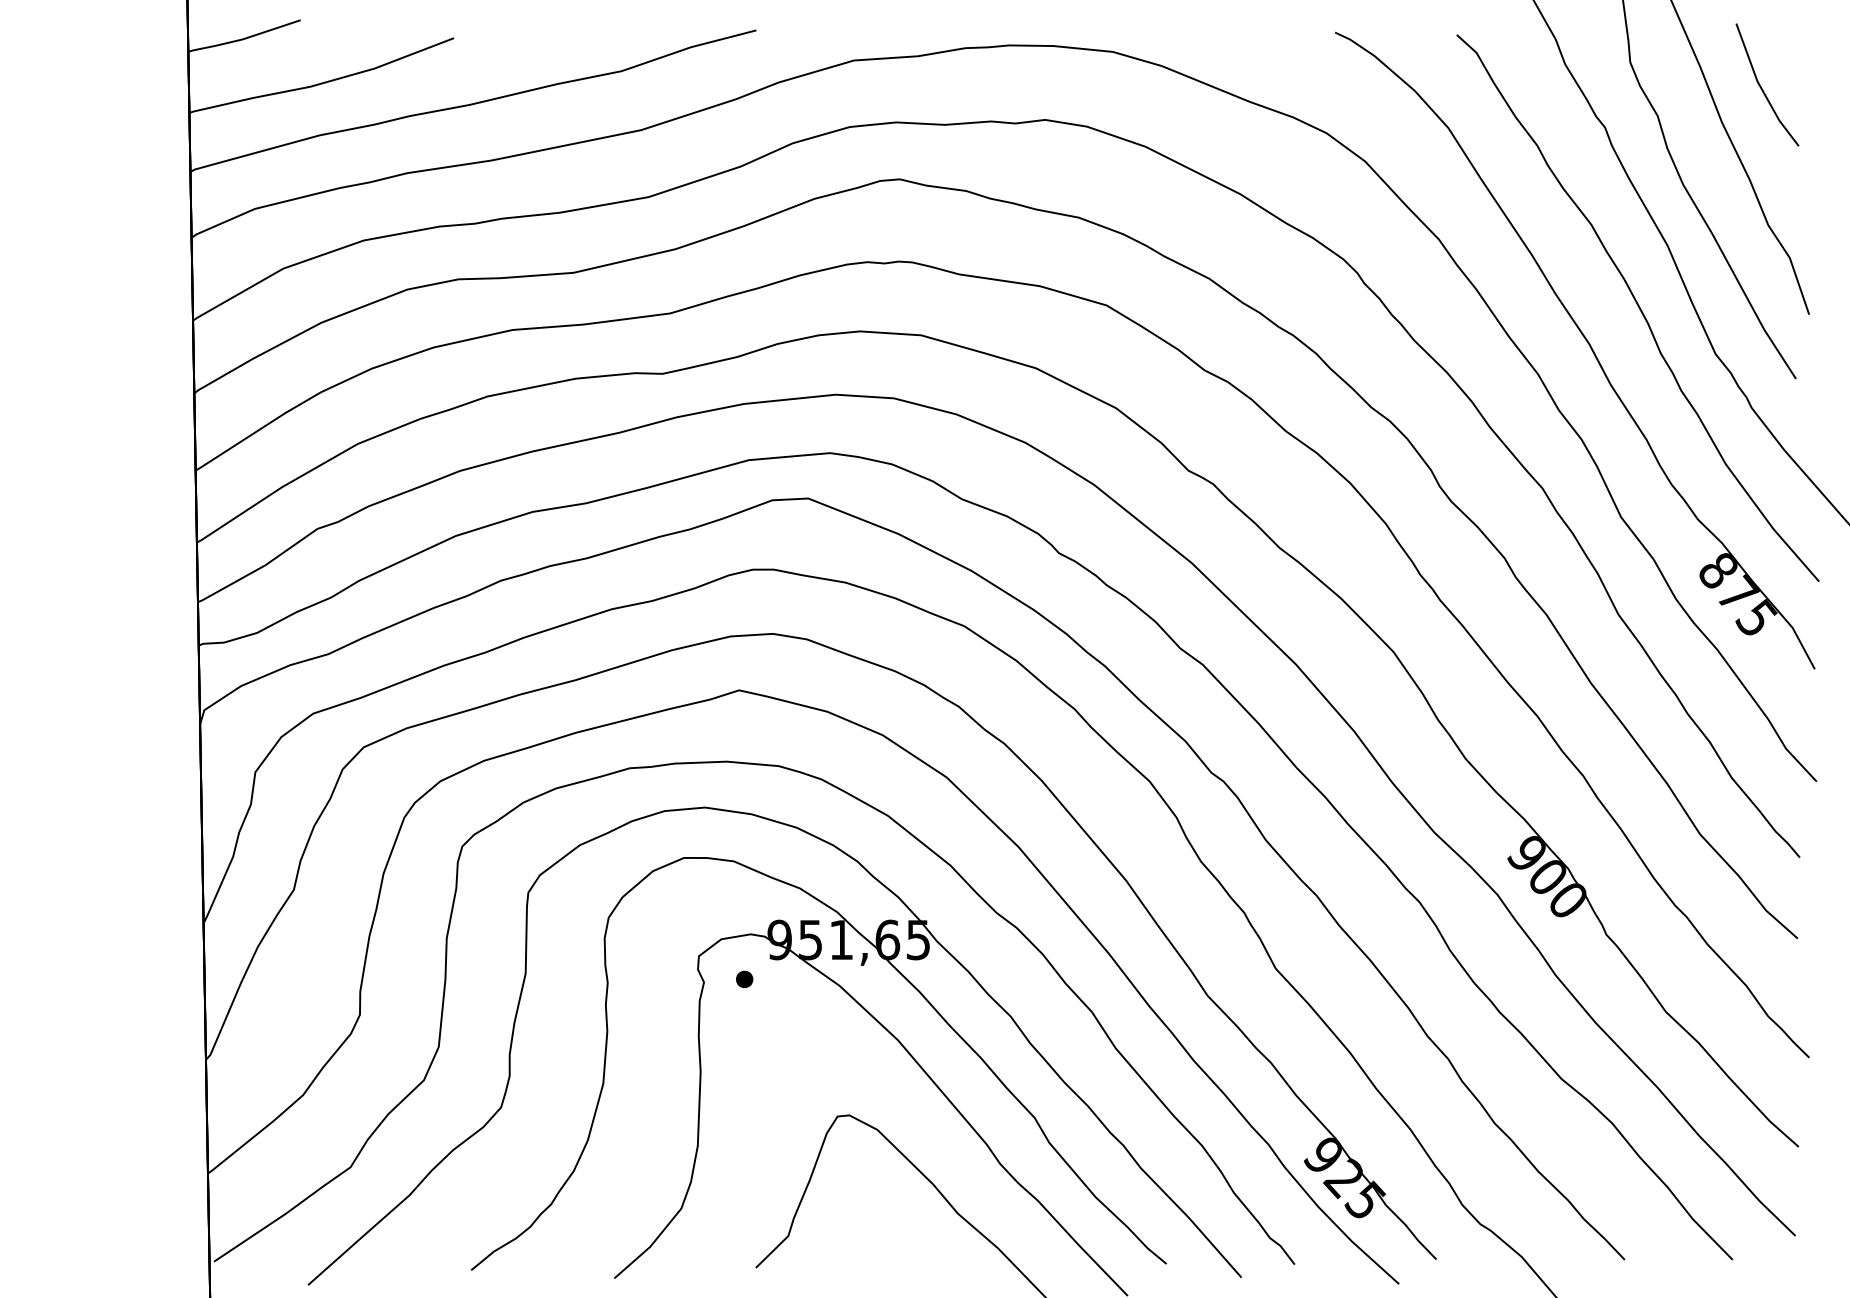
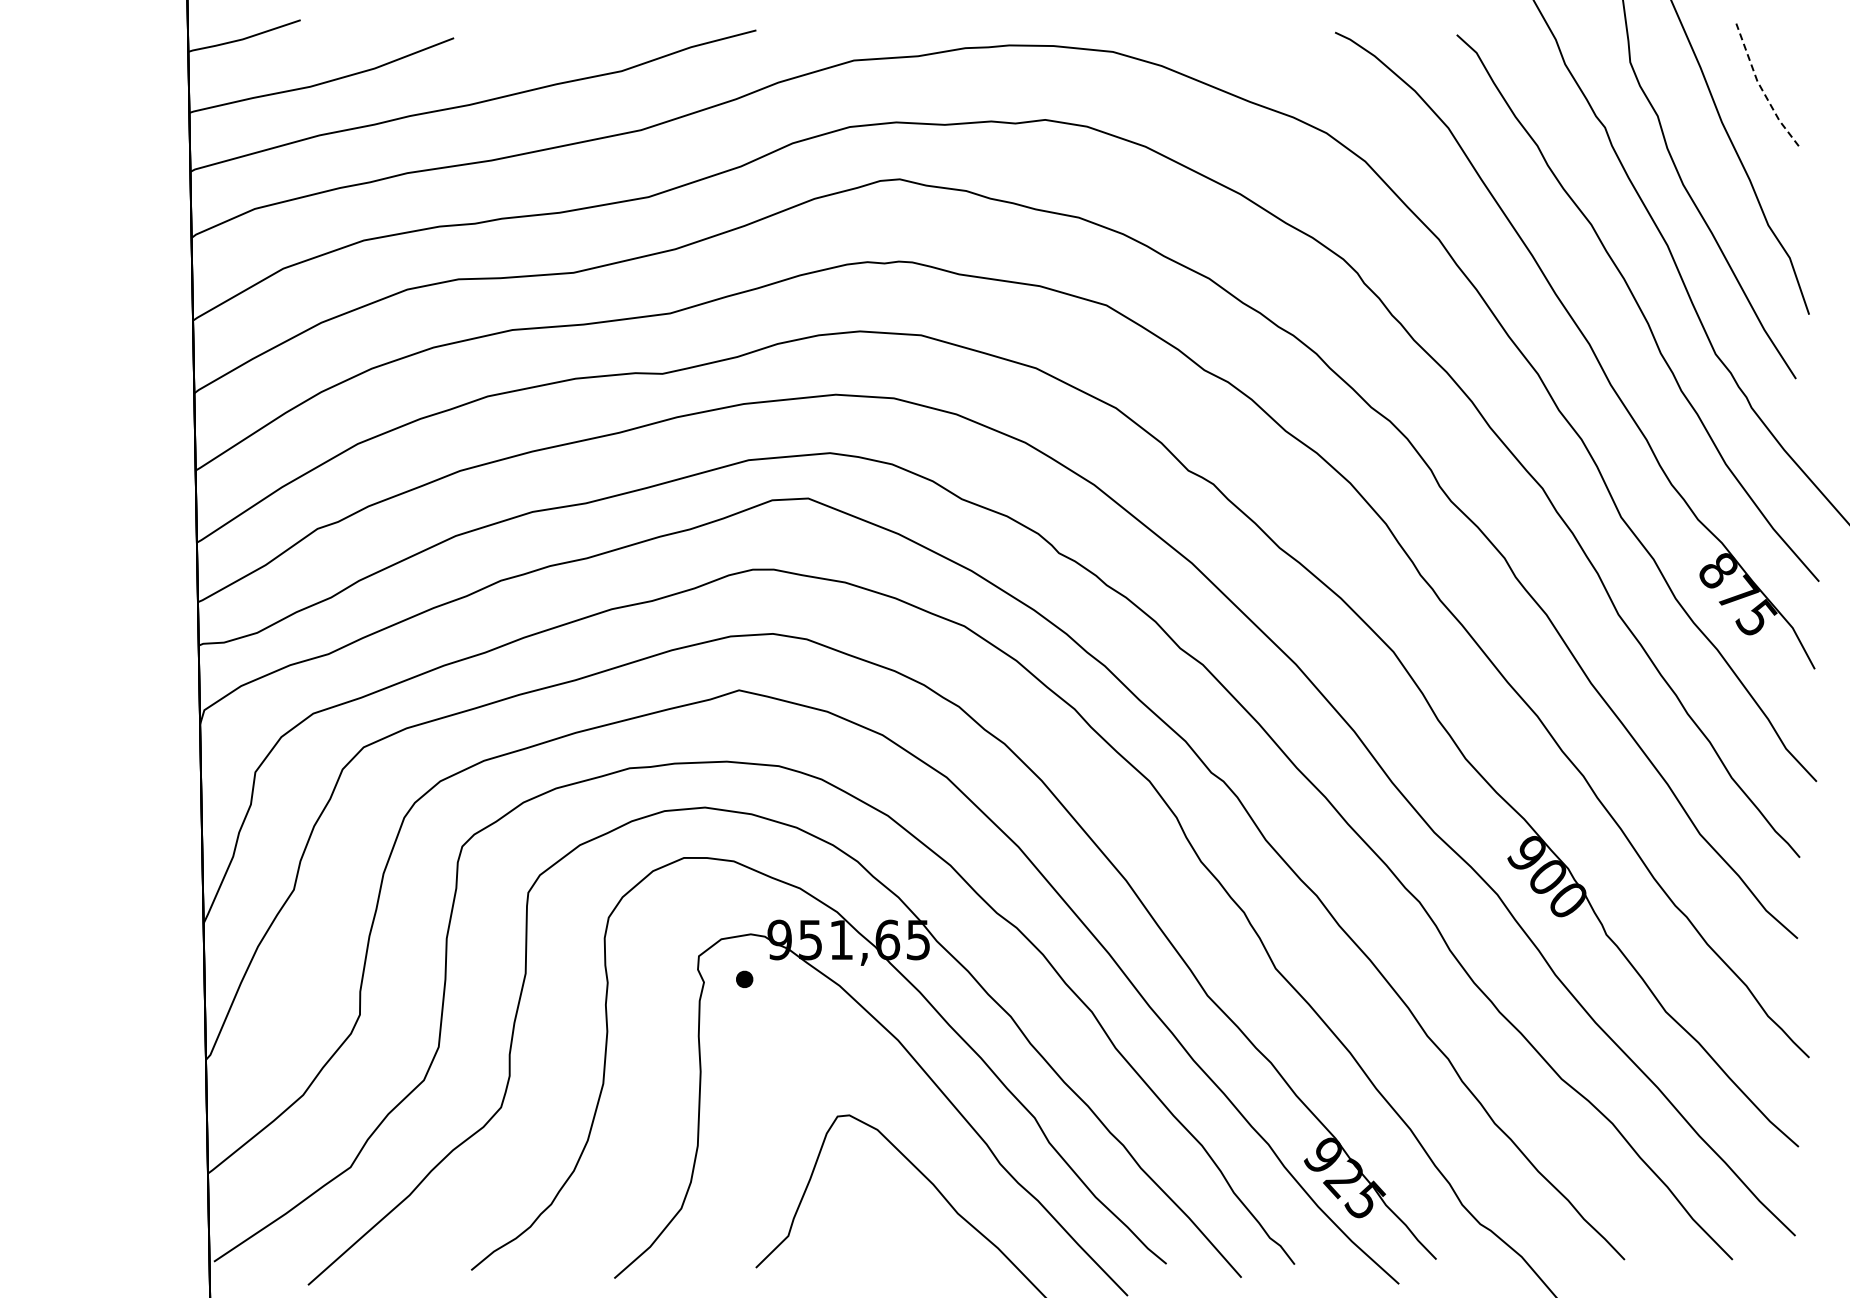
line at (1761, 88): solid -> dashed
